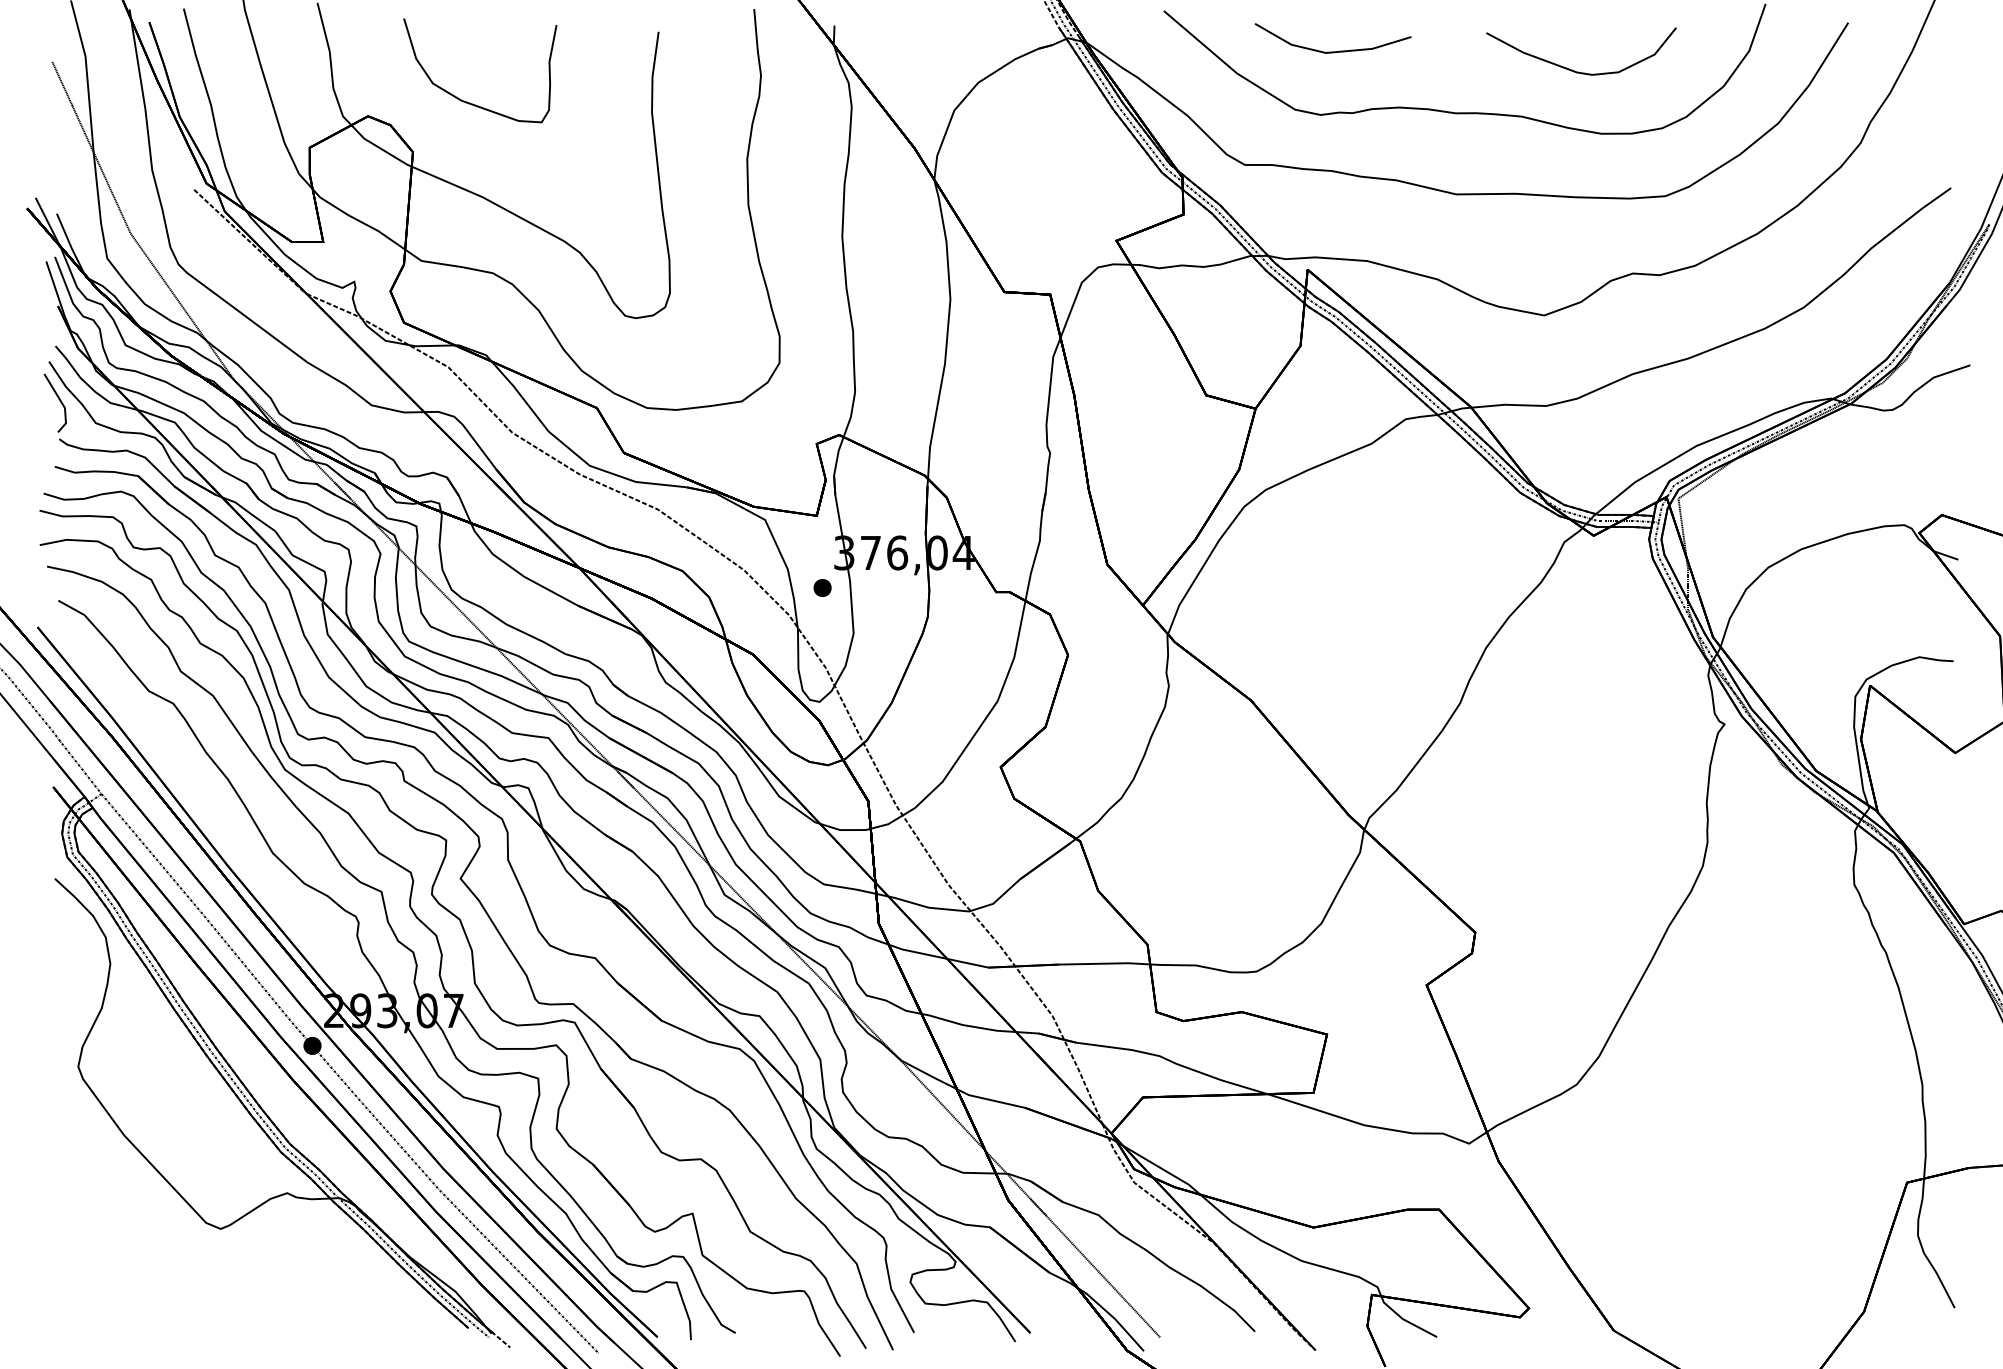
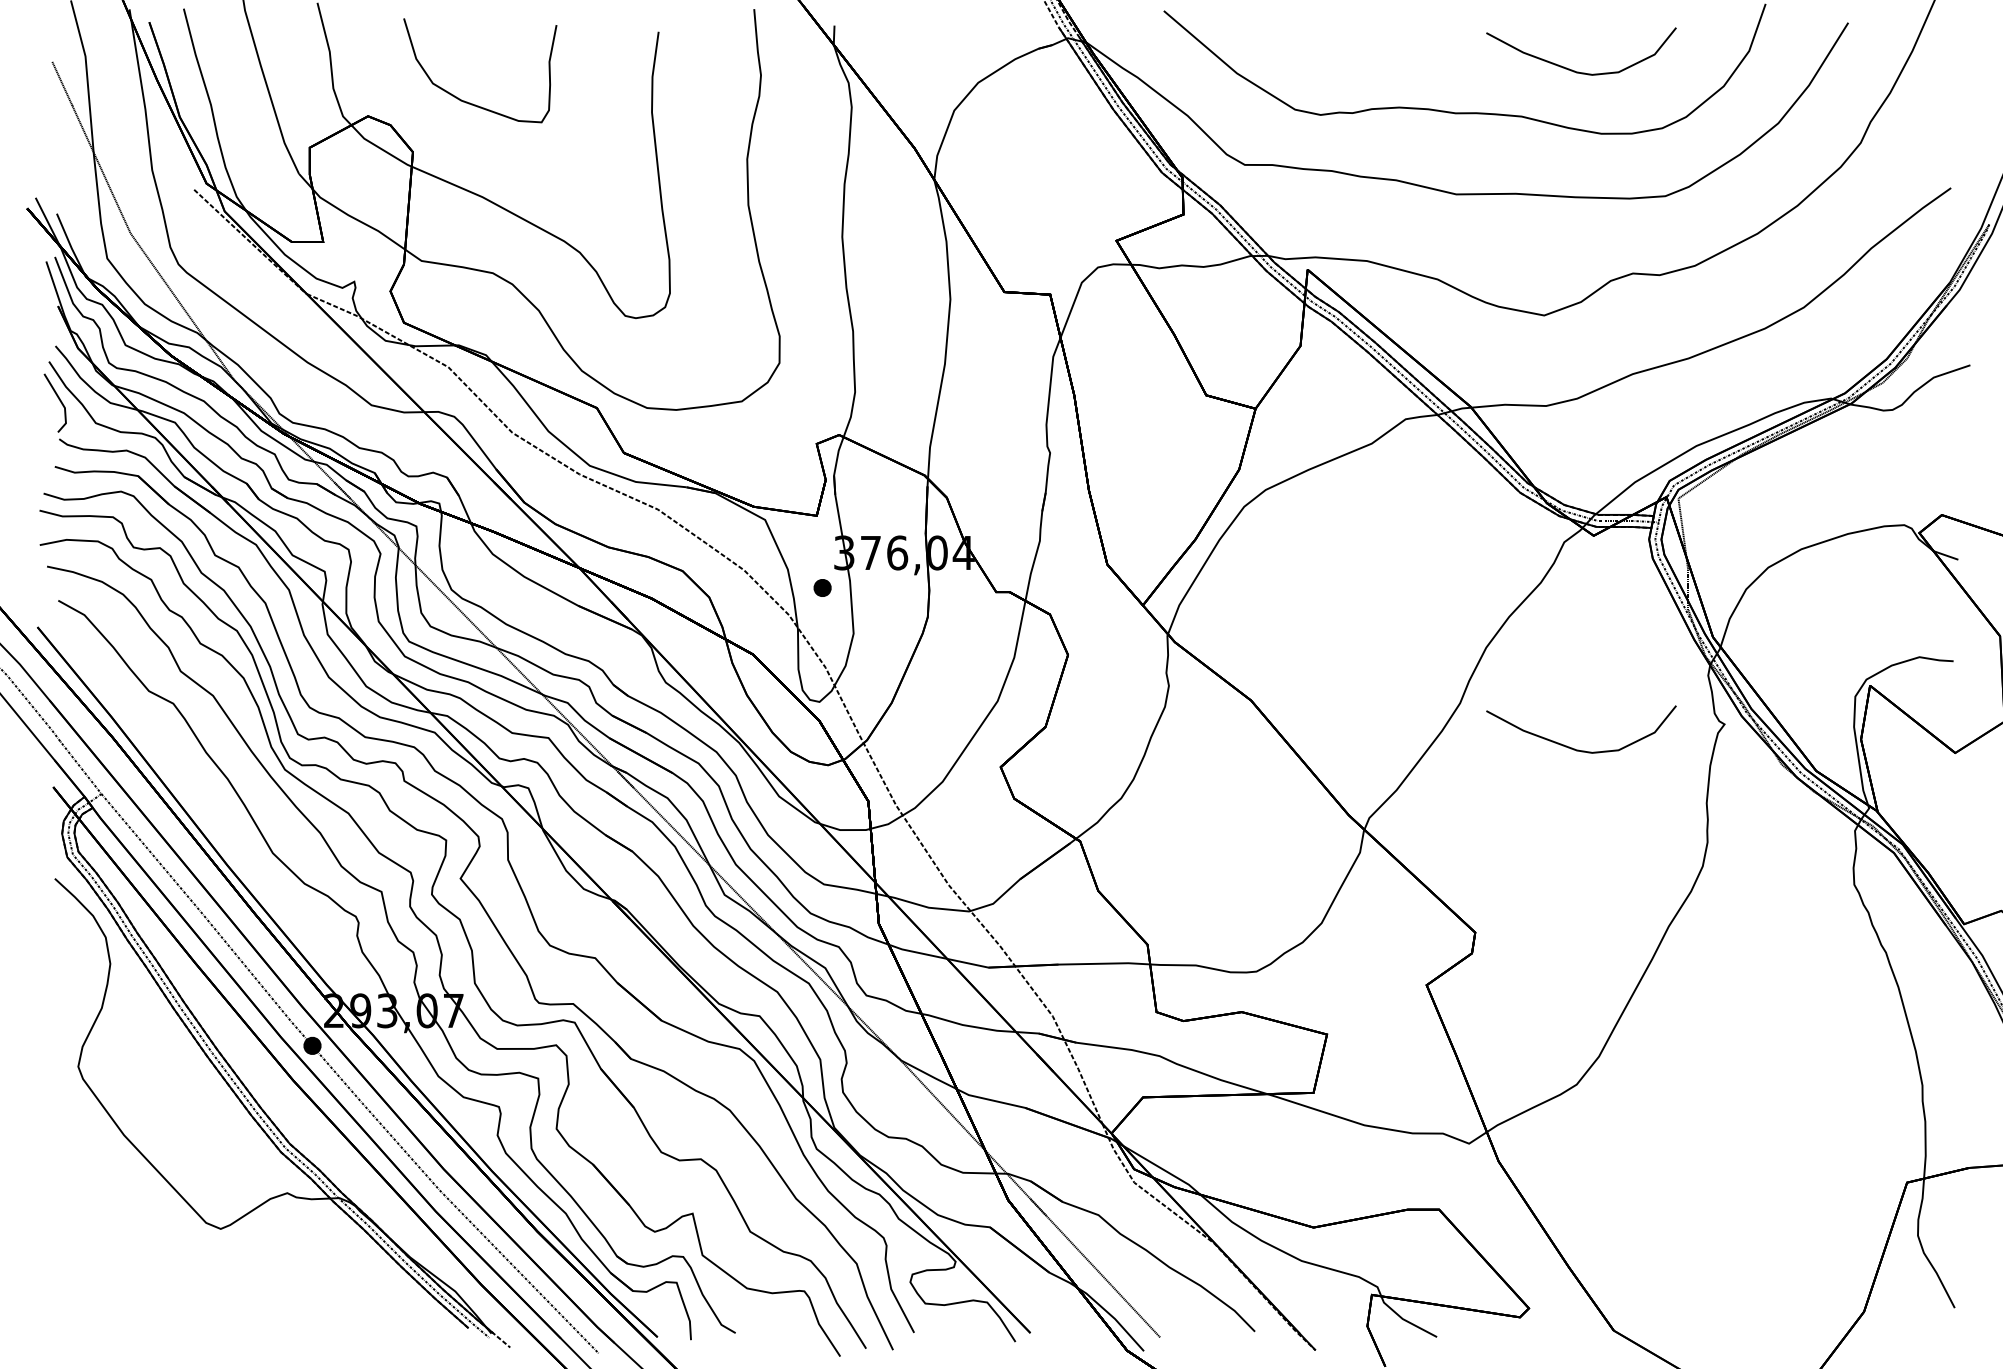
line at (1332, 51): present -> none
curve at (1572, 747): none -> present
